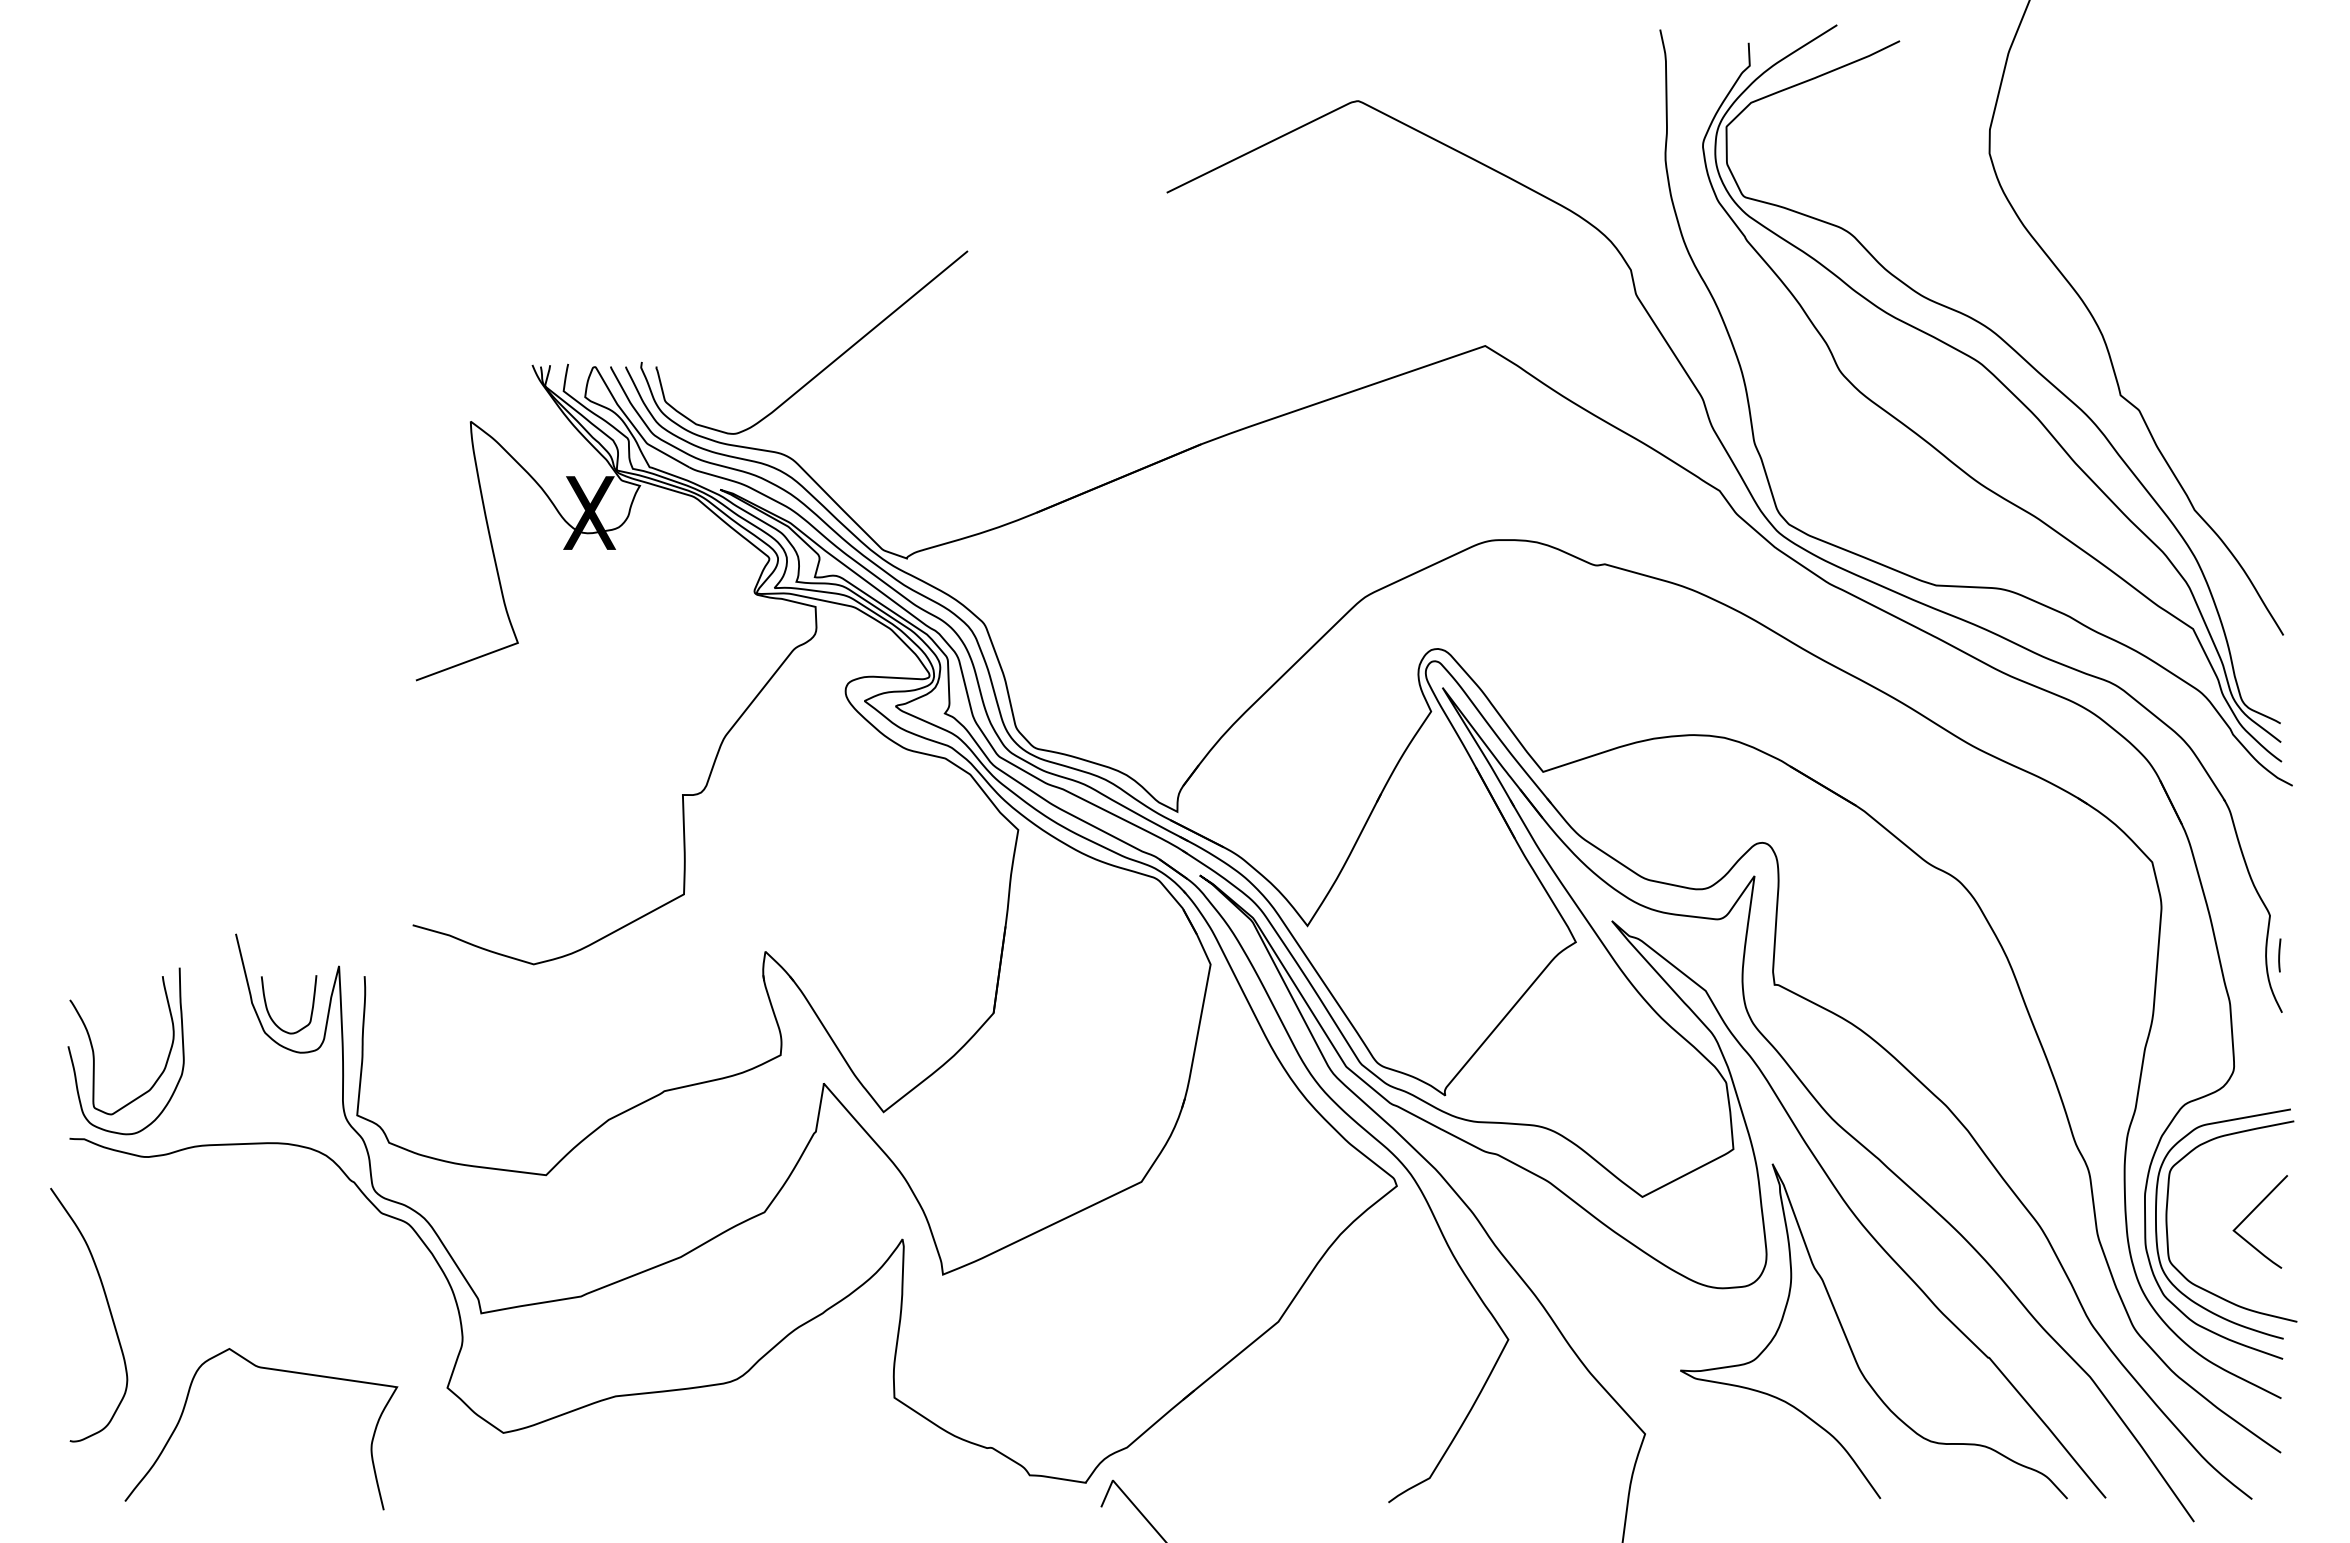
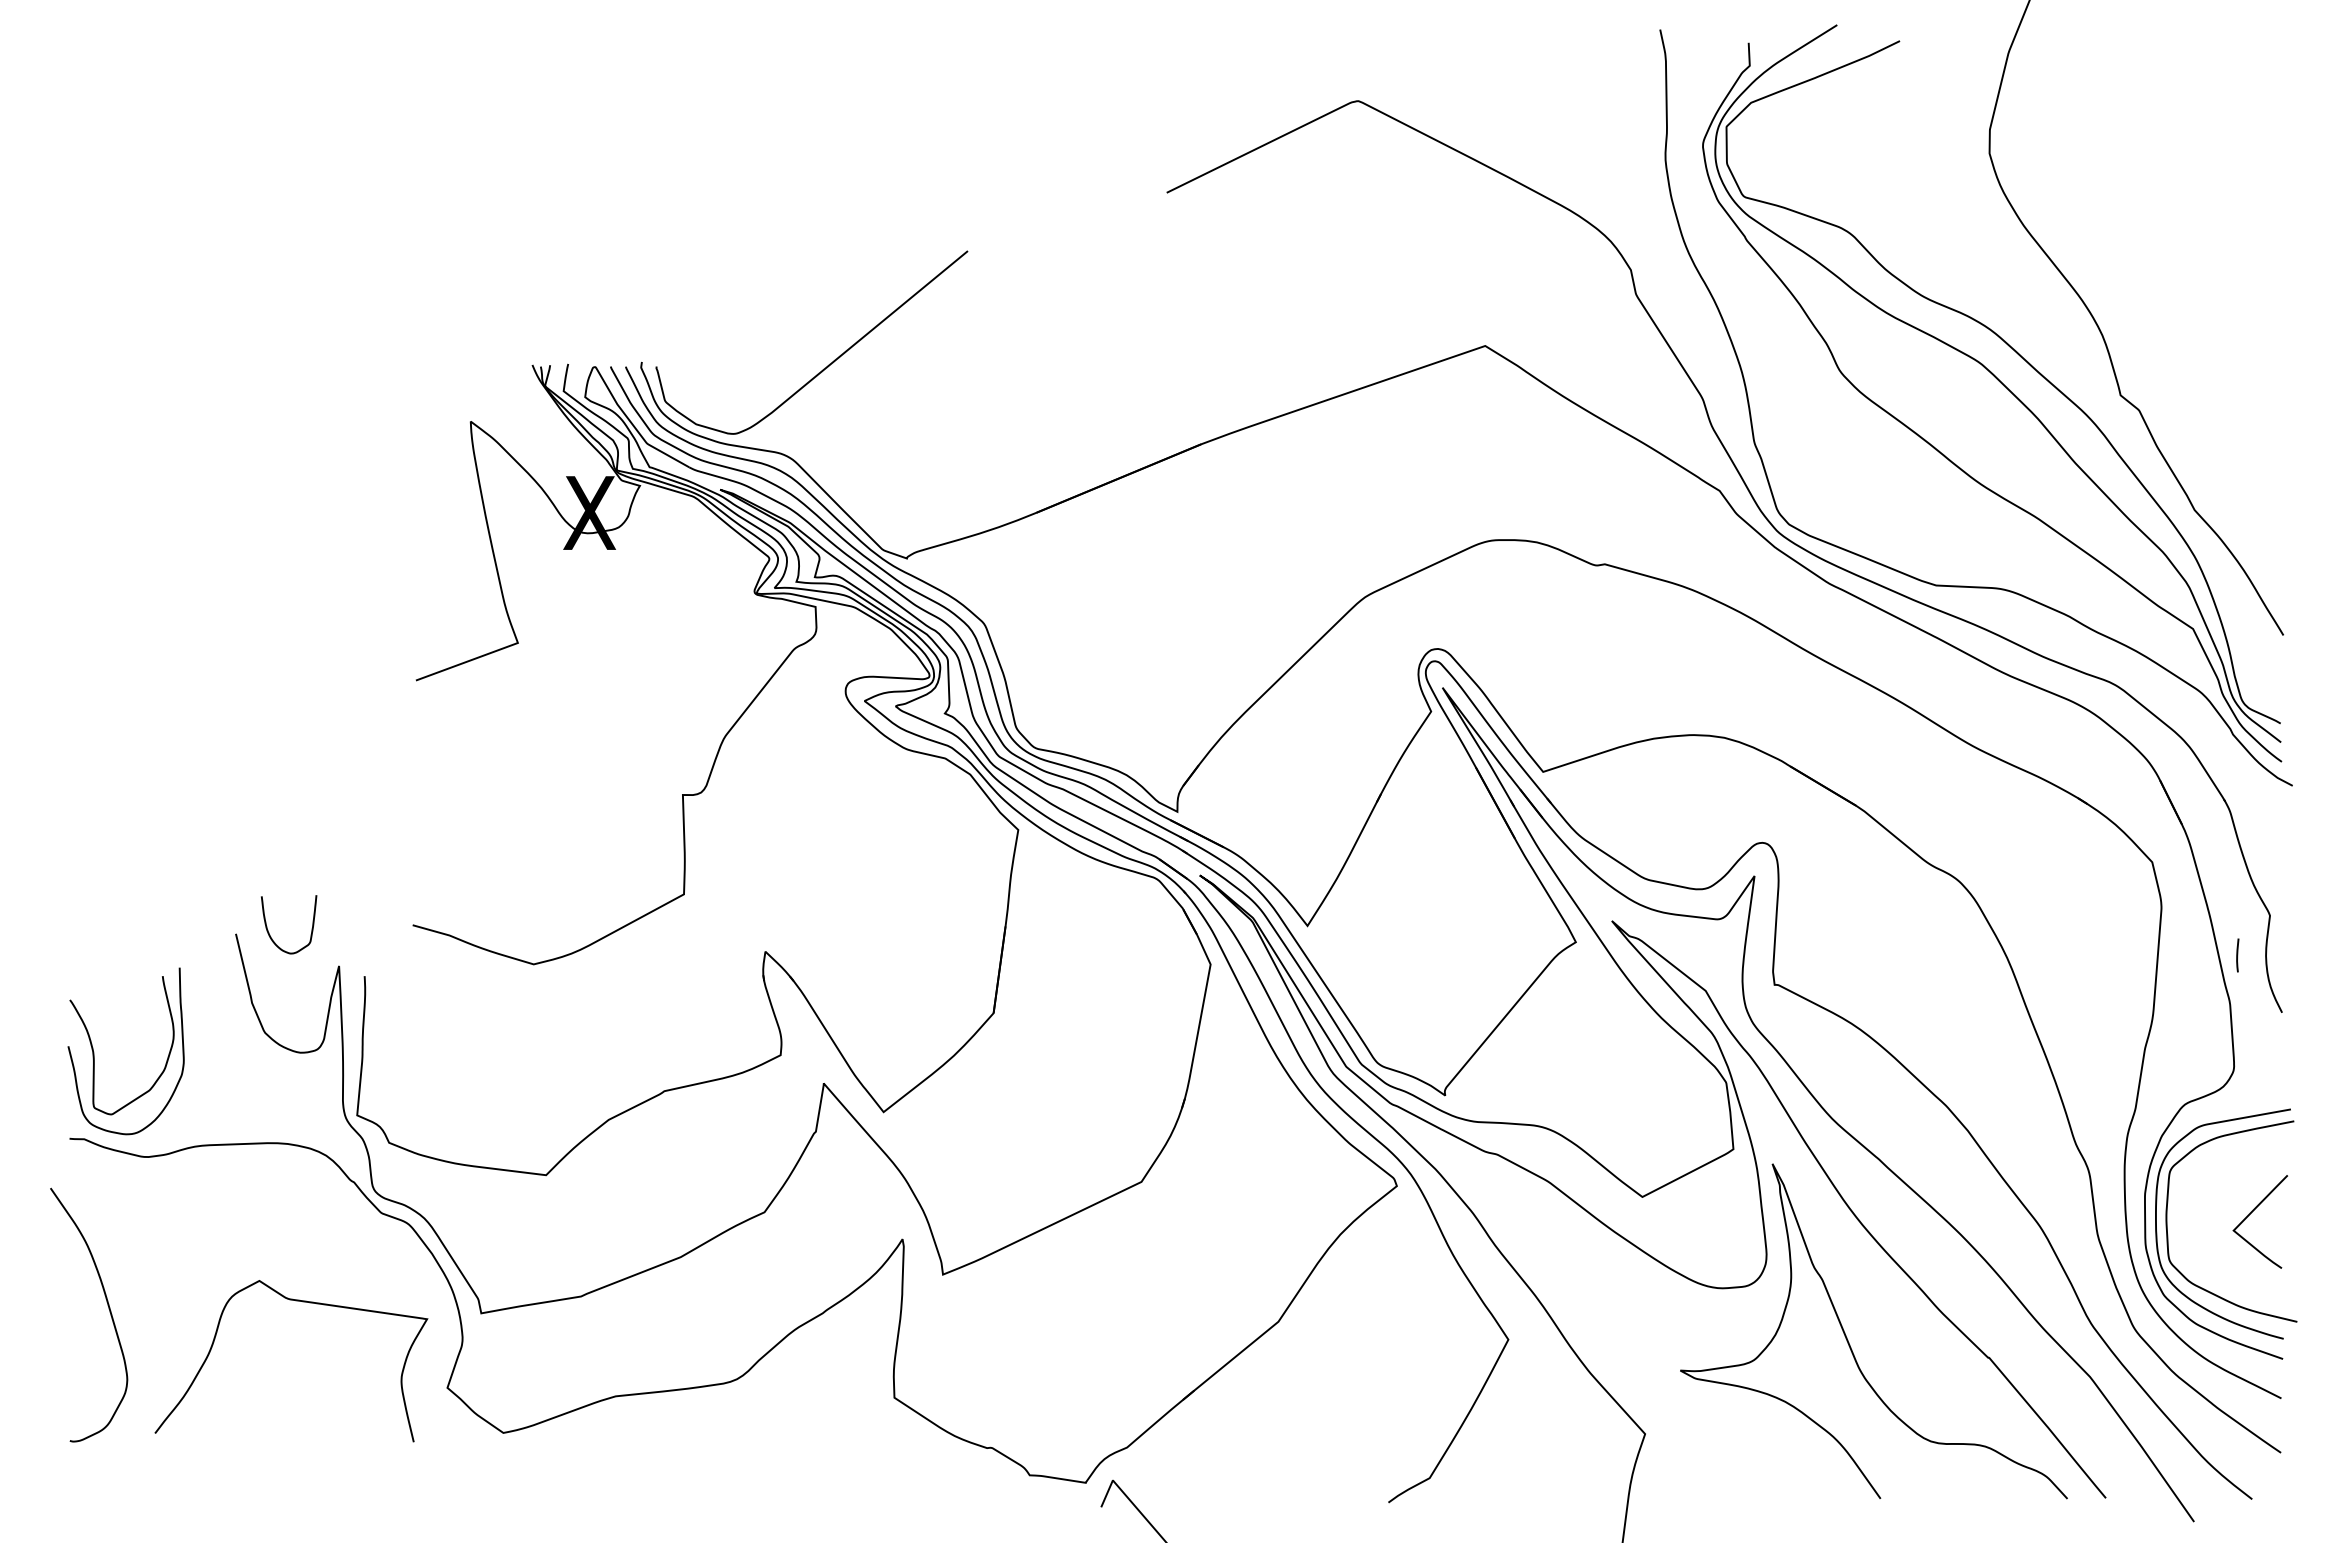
line at (2279, 955) position: (2279, 955) -> (2237, 955)
curve at (270, 1014) position: (270, 1014) -> (270, 934)
curve at (272, 1370) position: (272, 1370) -> (302, 1302)
